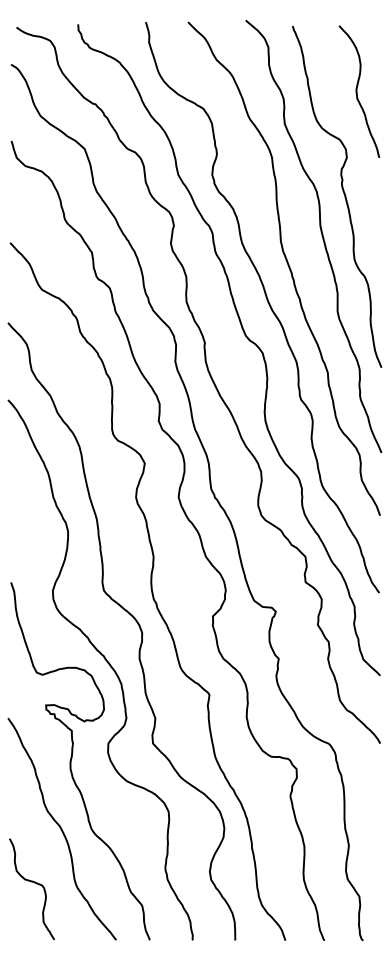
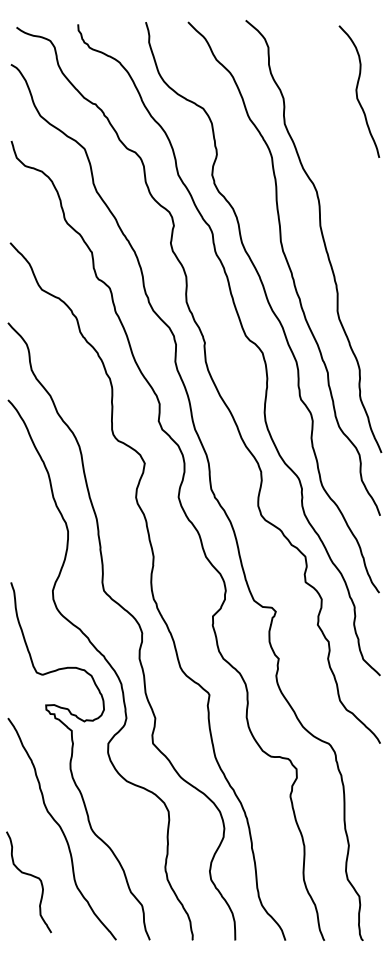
curve at (343, 194): present -> none
curve at (34, 883) position: (34, 883) -> (31, 876)
